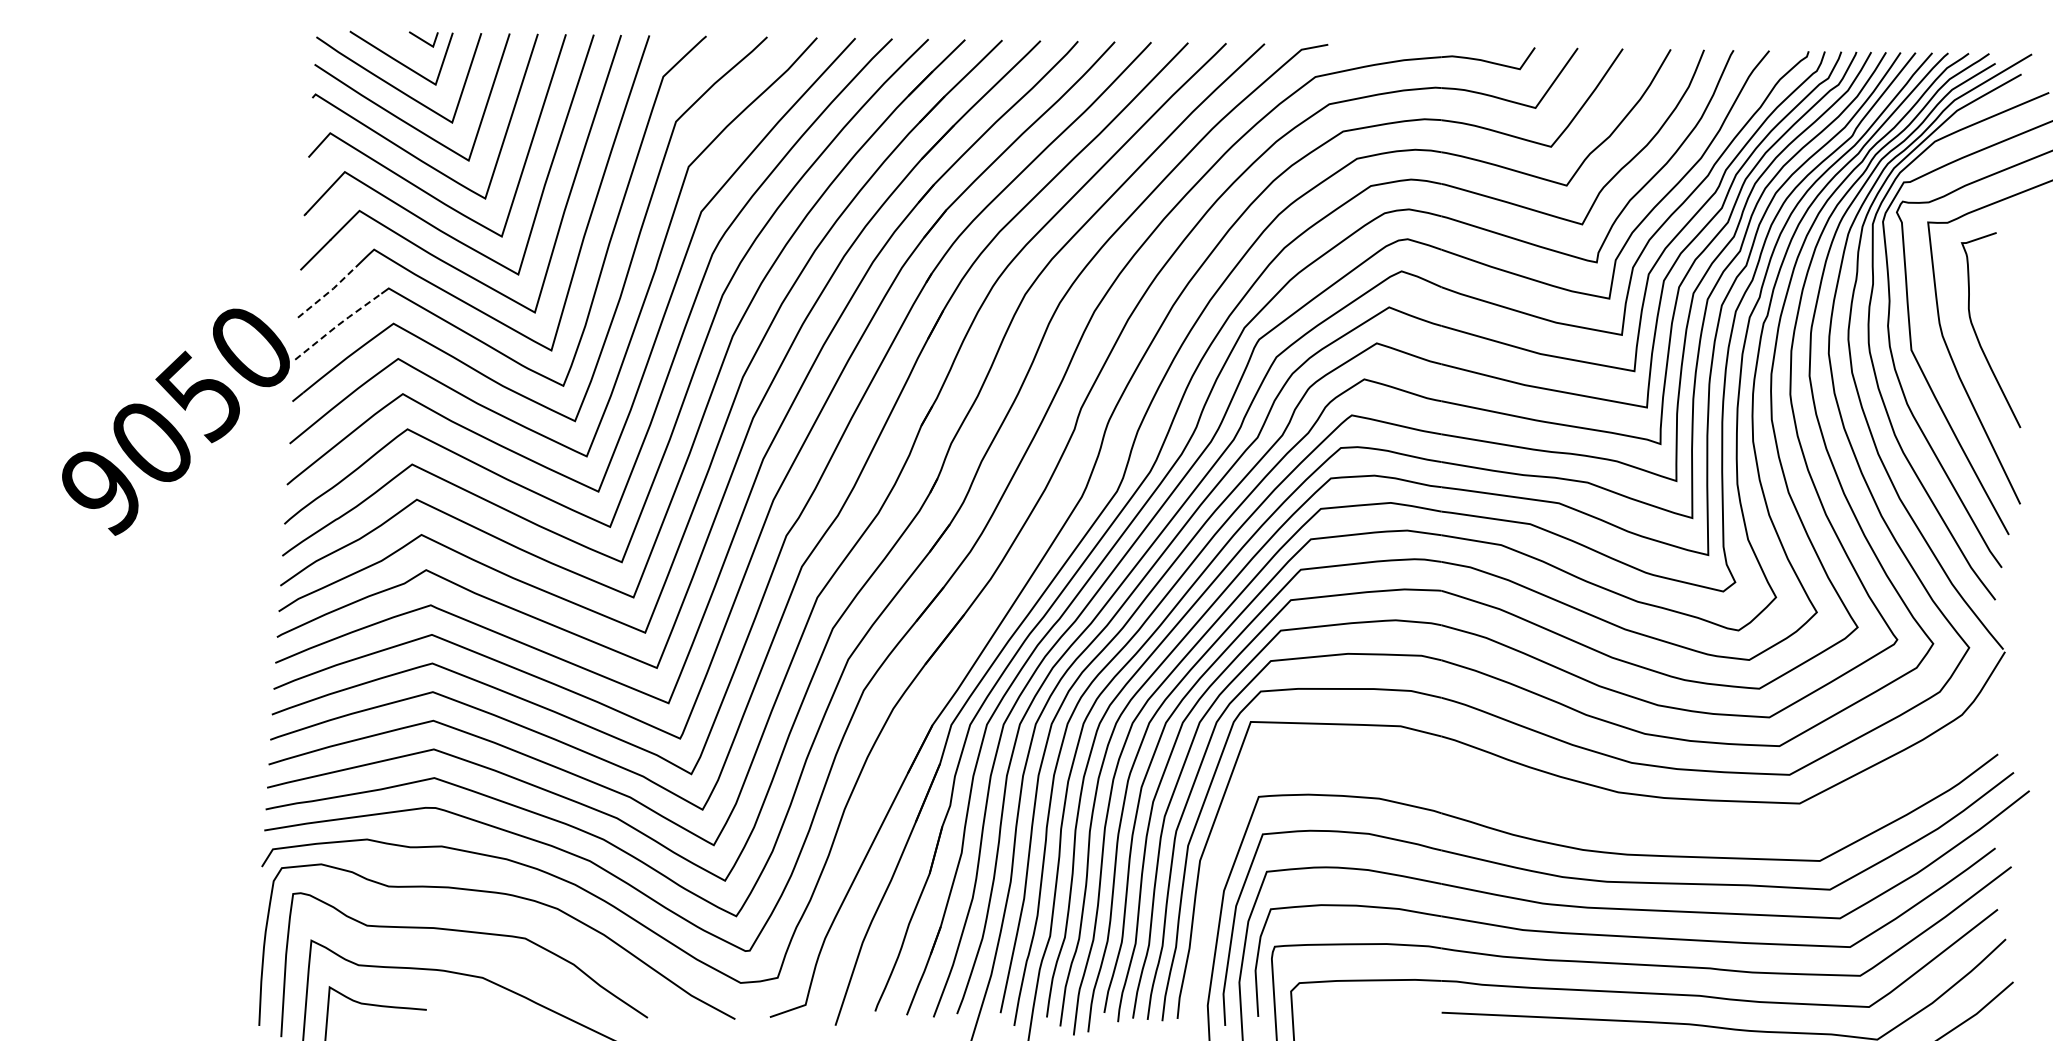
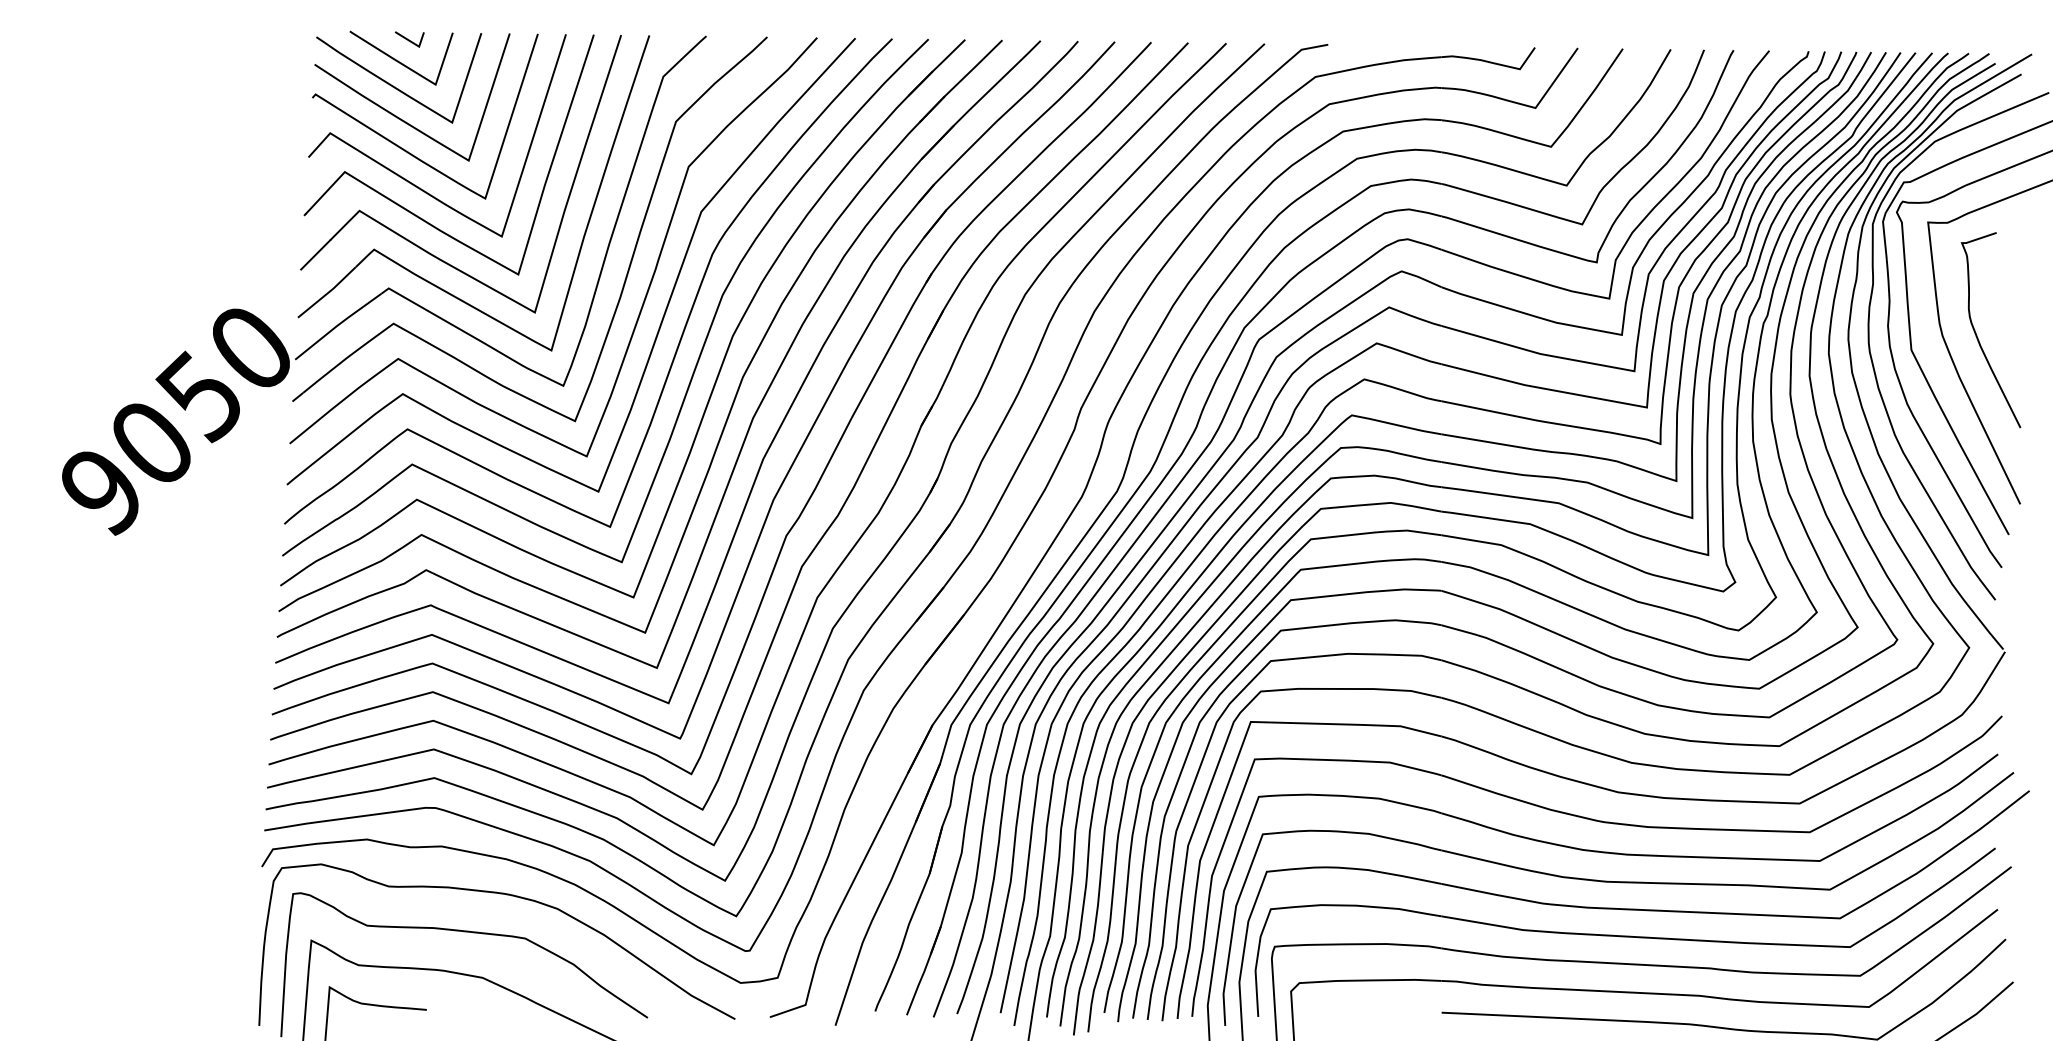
line at (423, 39) position: (423, 39) -> (409, 39)
line at (328, 292): dashed -> solid
line at (338, 325): dashed -> solid
part at (1604, 823): none -> present
